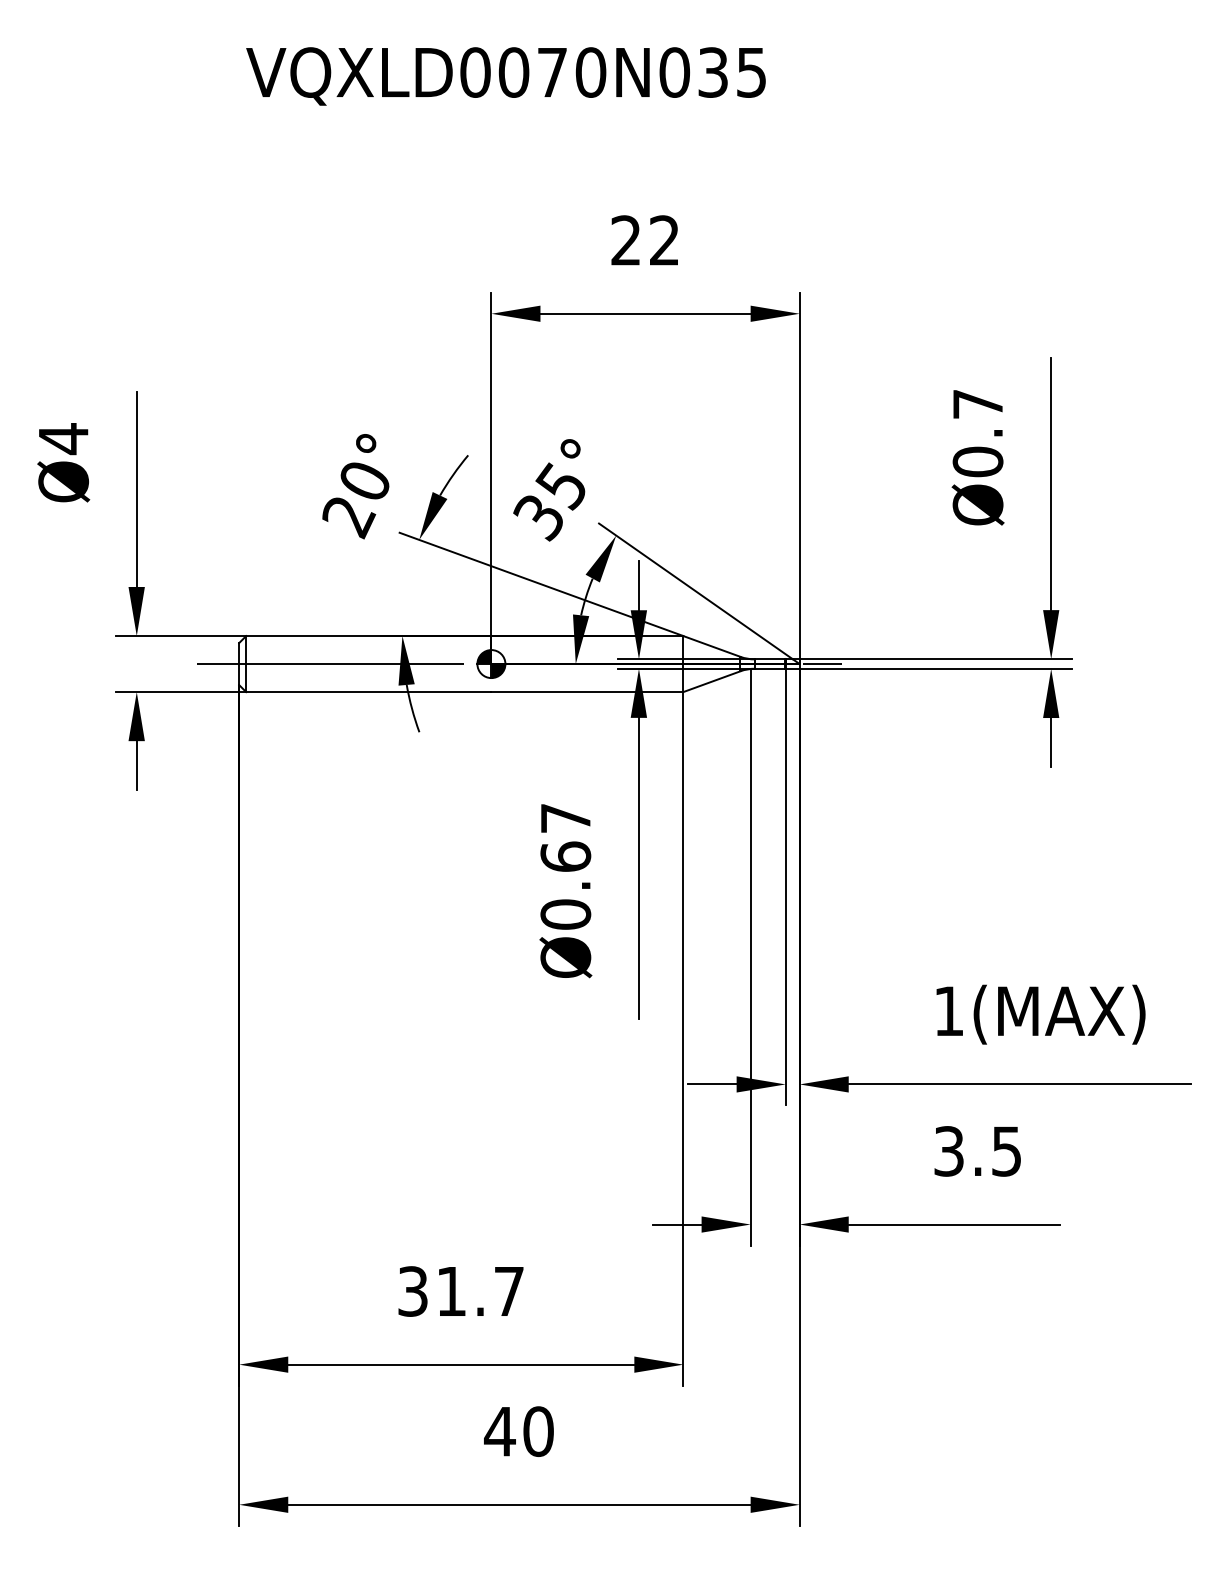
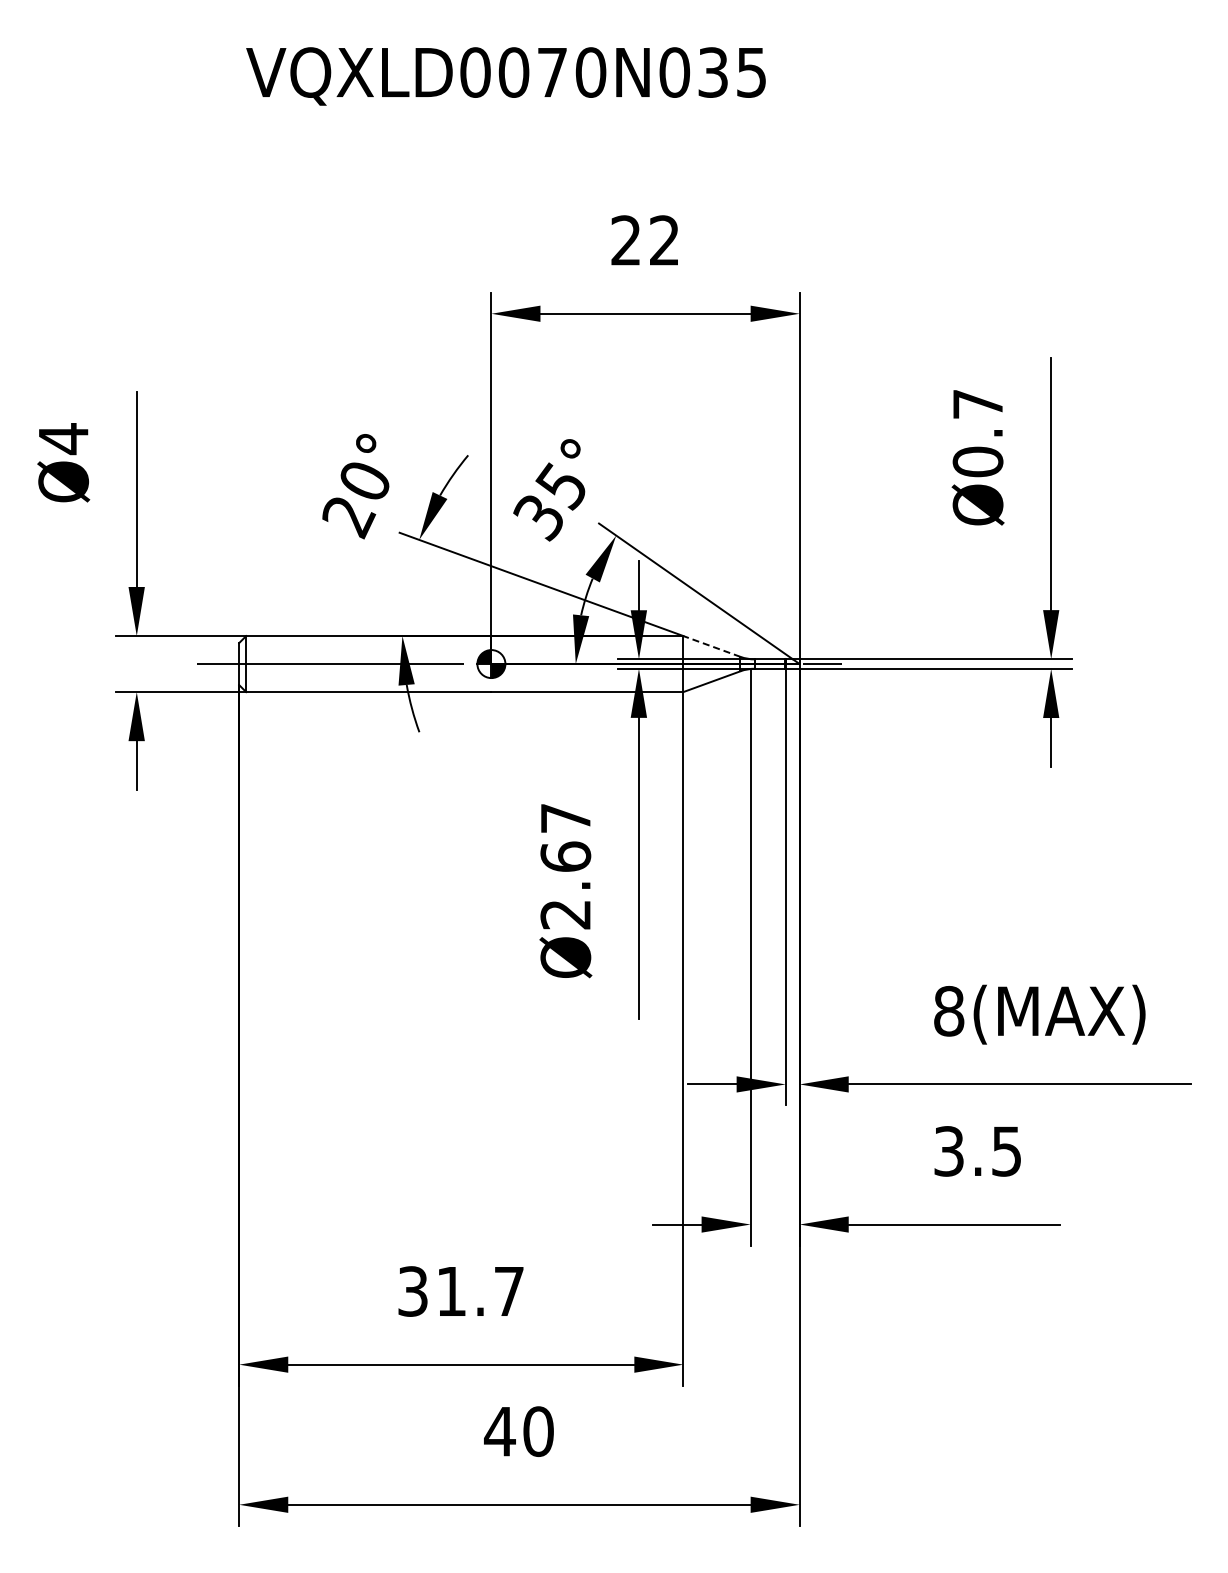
line at (711, 646): solid -> dashed
text at (565, 914): Ø0.67 -> Ø2.67
text at (949, 1011): 1(MAX) -> 8(MAX)
